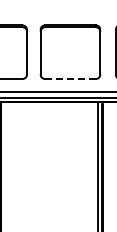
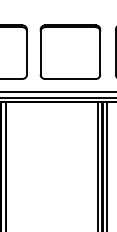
line at (70, 79): dashed -> solid
line at (6, 165): none -> present
line at (107, 165): none -> present
